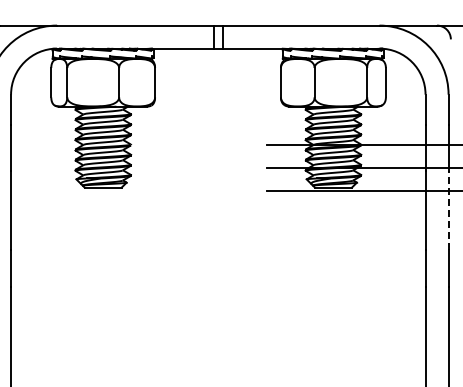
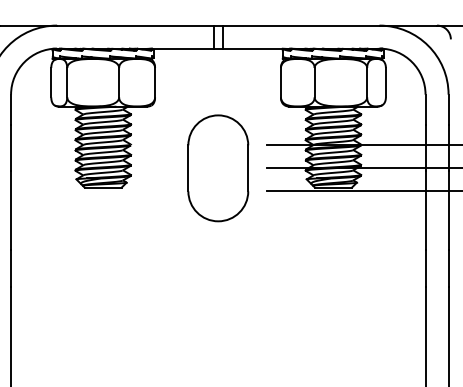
part at (218, 168): none -> present
line at (448, 210): dashed -> solid
